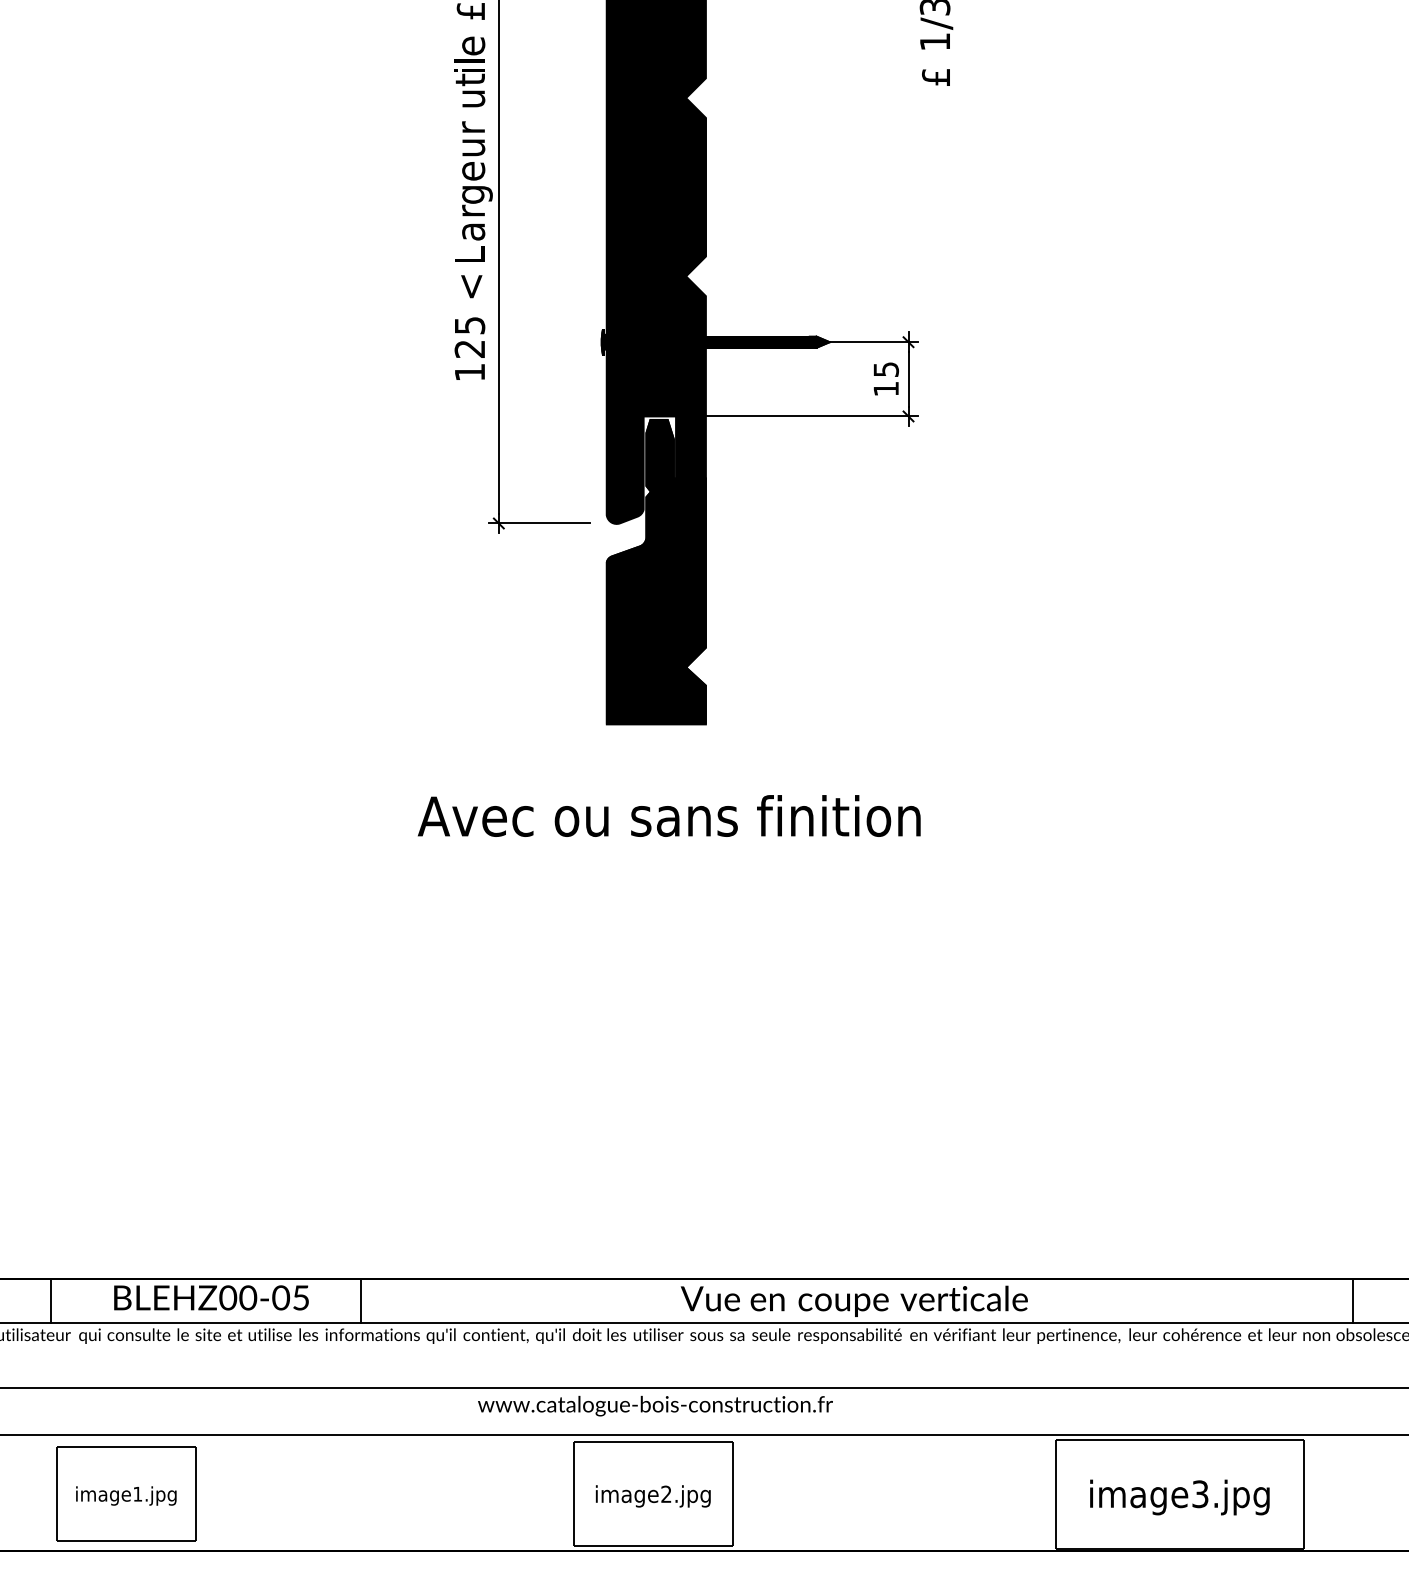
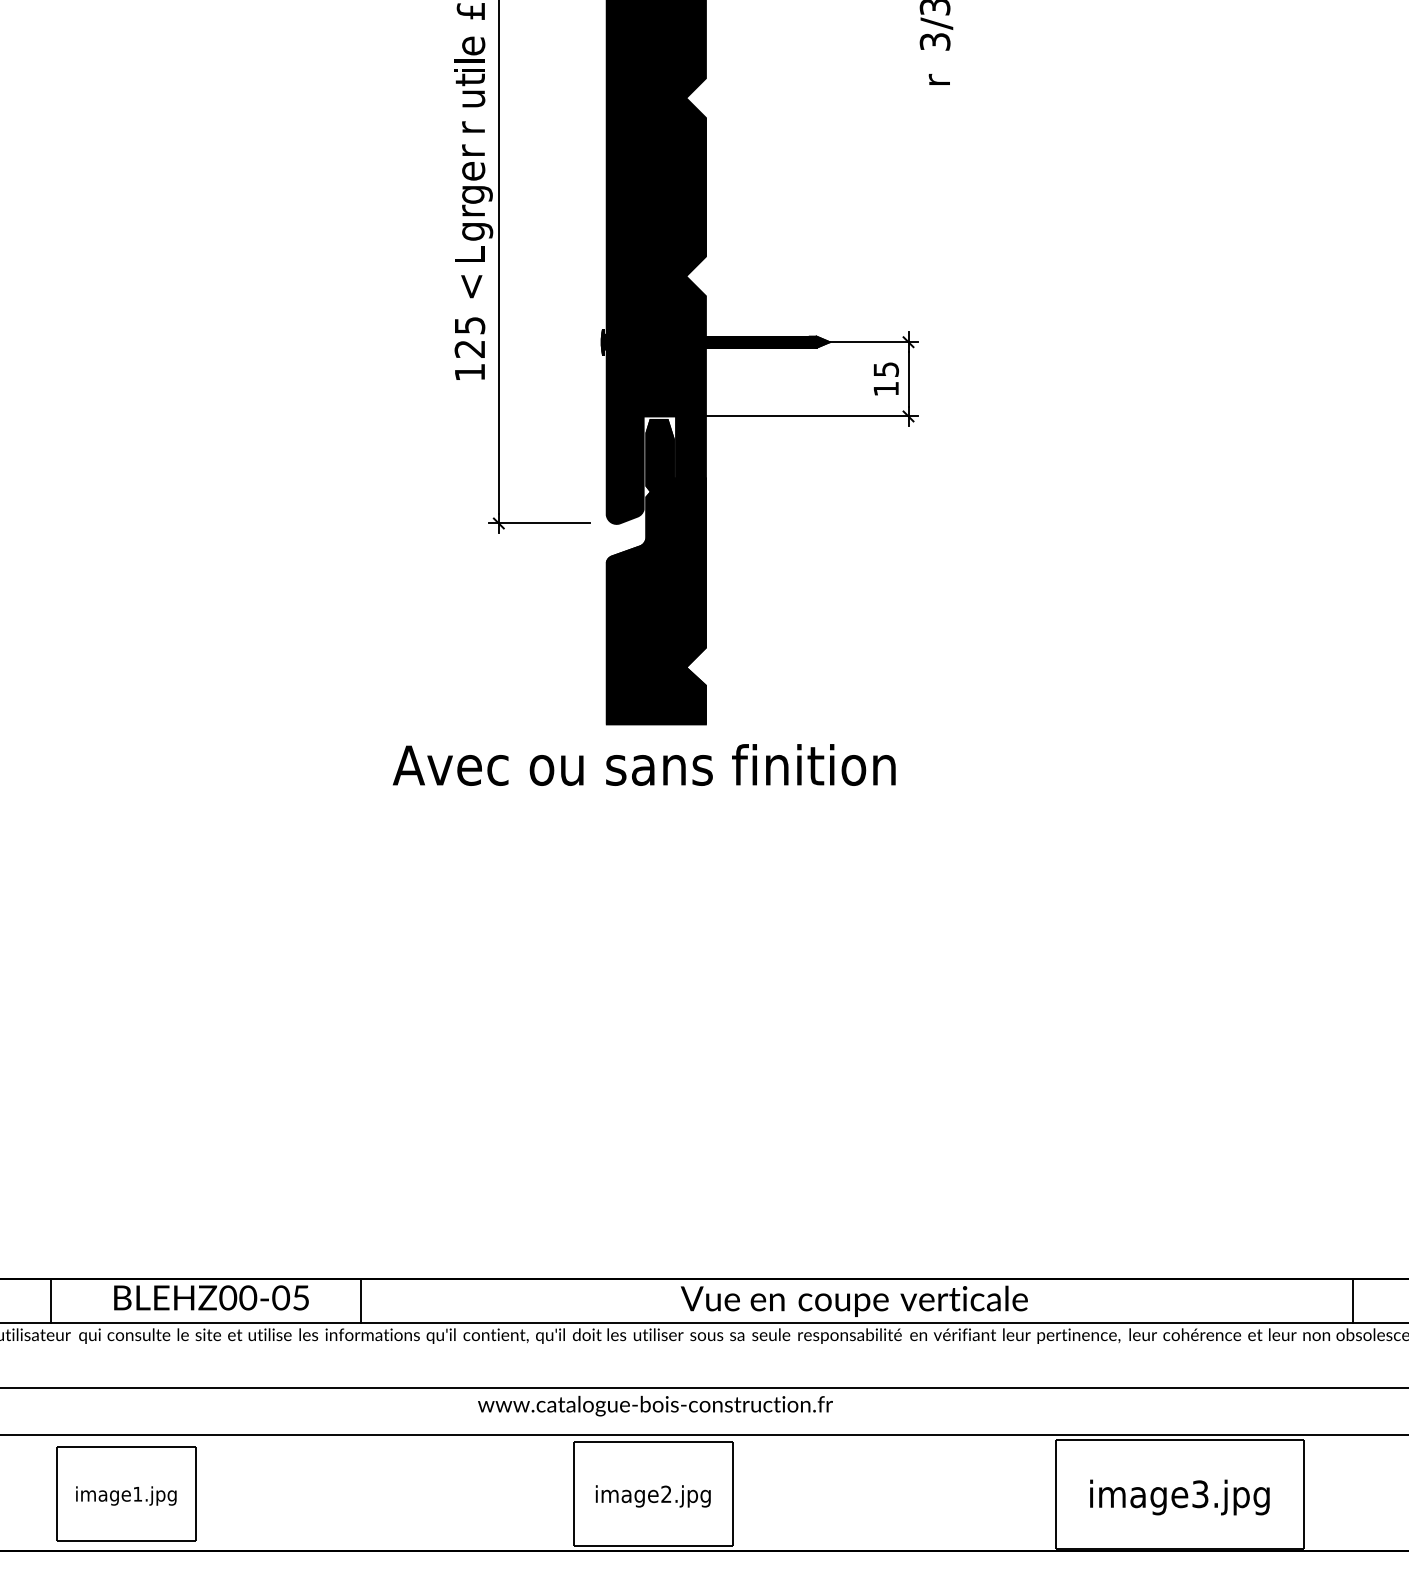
text at (934, 41): 1 -> 3
text at (935, 77): £ -> r
text at (473, 147): u -> r
text at (477, 231): a -> g
text at (669, 815) position: (669, 815) -> (644, 764)
